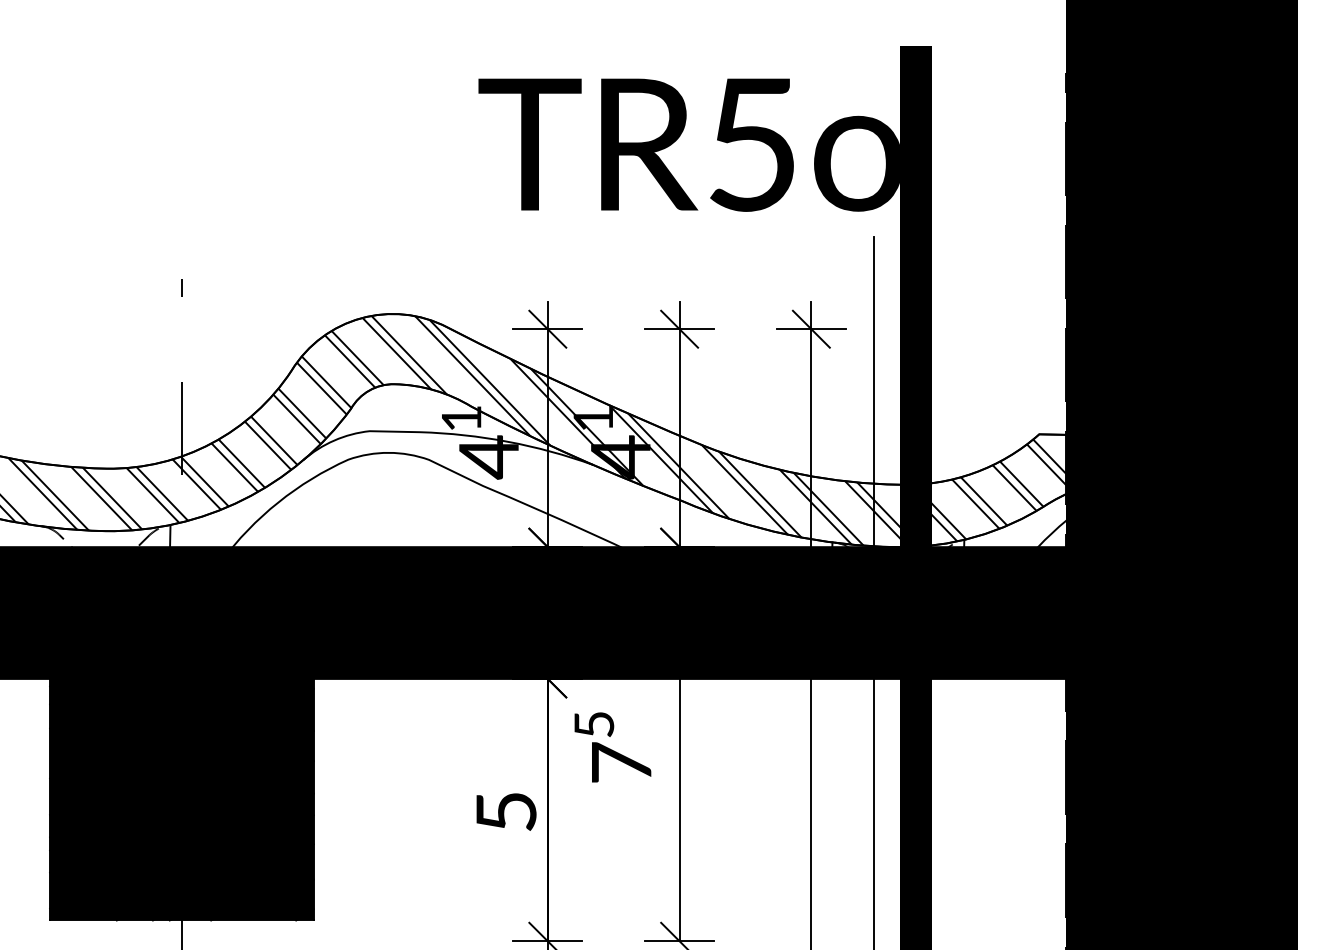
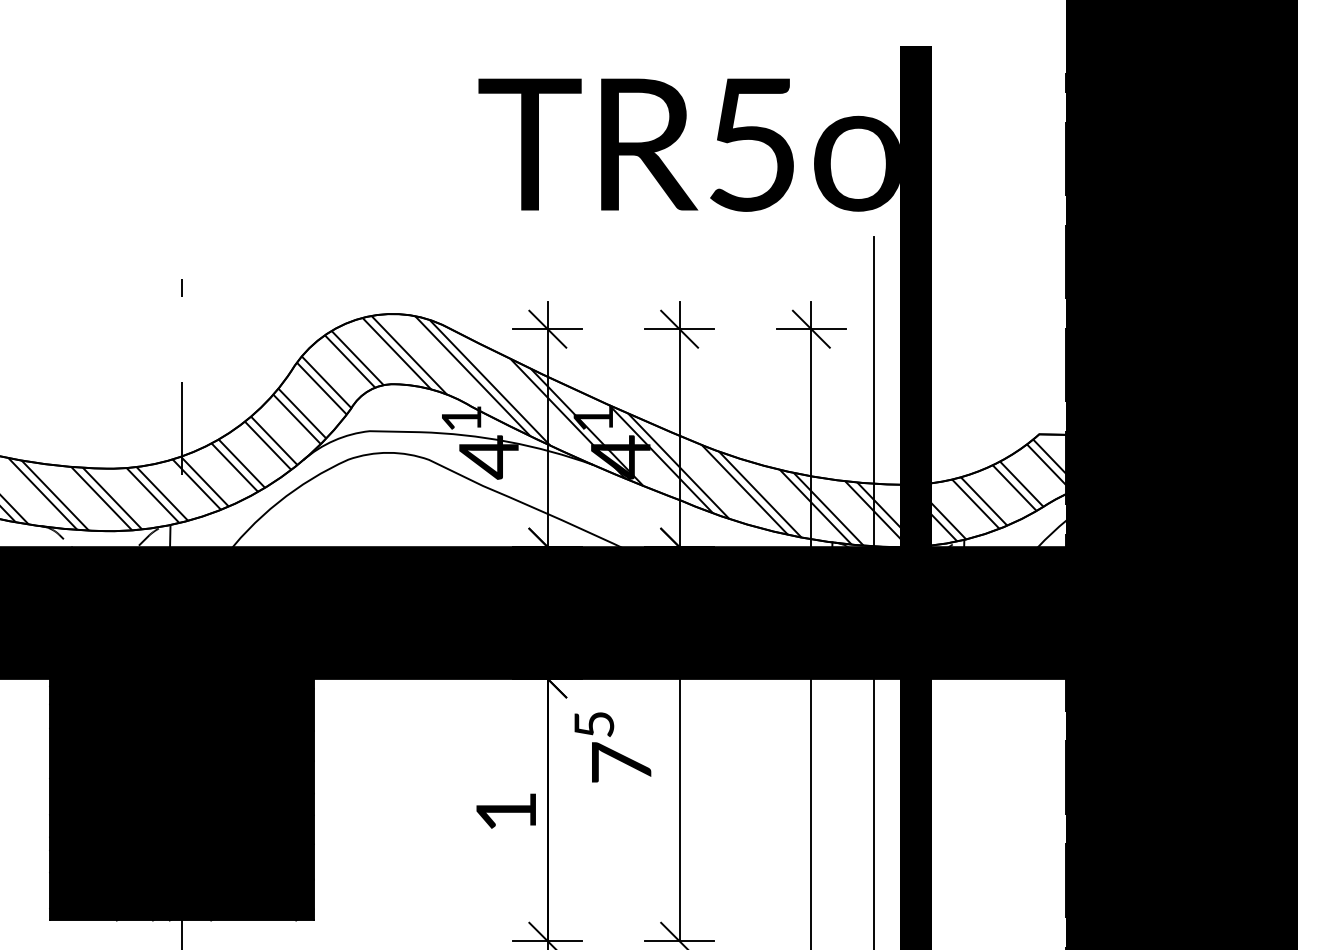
text at (506, 811): 5 -> 1
